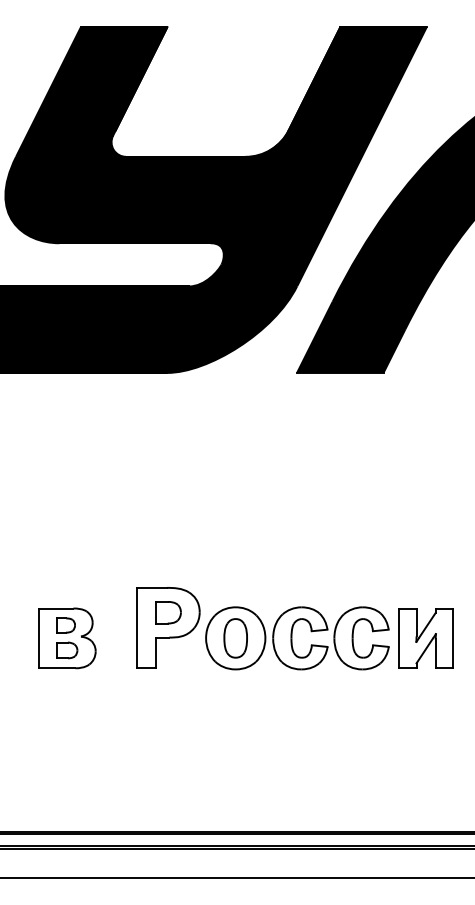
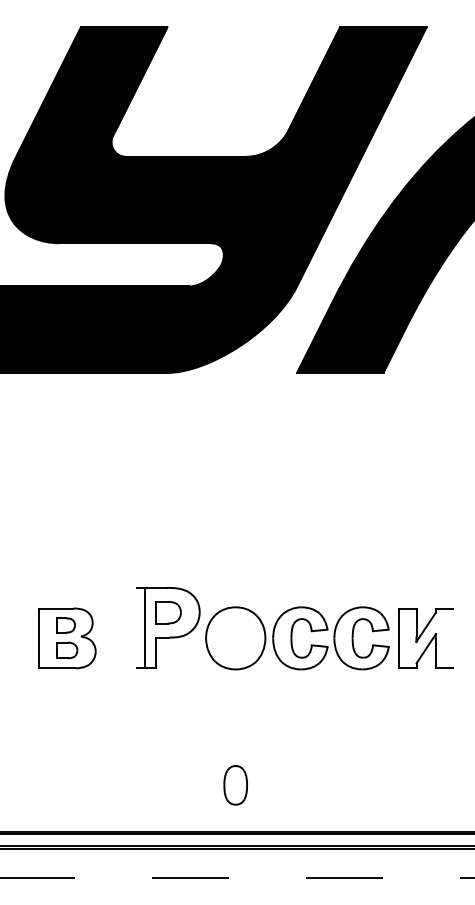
line at (137, 627) position: (137, 627) -> (145, 627)
part at (235, 638) position: (235, 638) -> (235, 785)
line at (453, 638): present -> none
line at (237, 877): solid -> dashed
